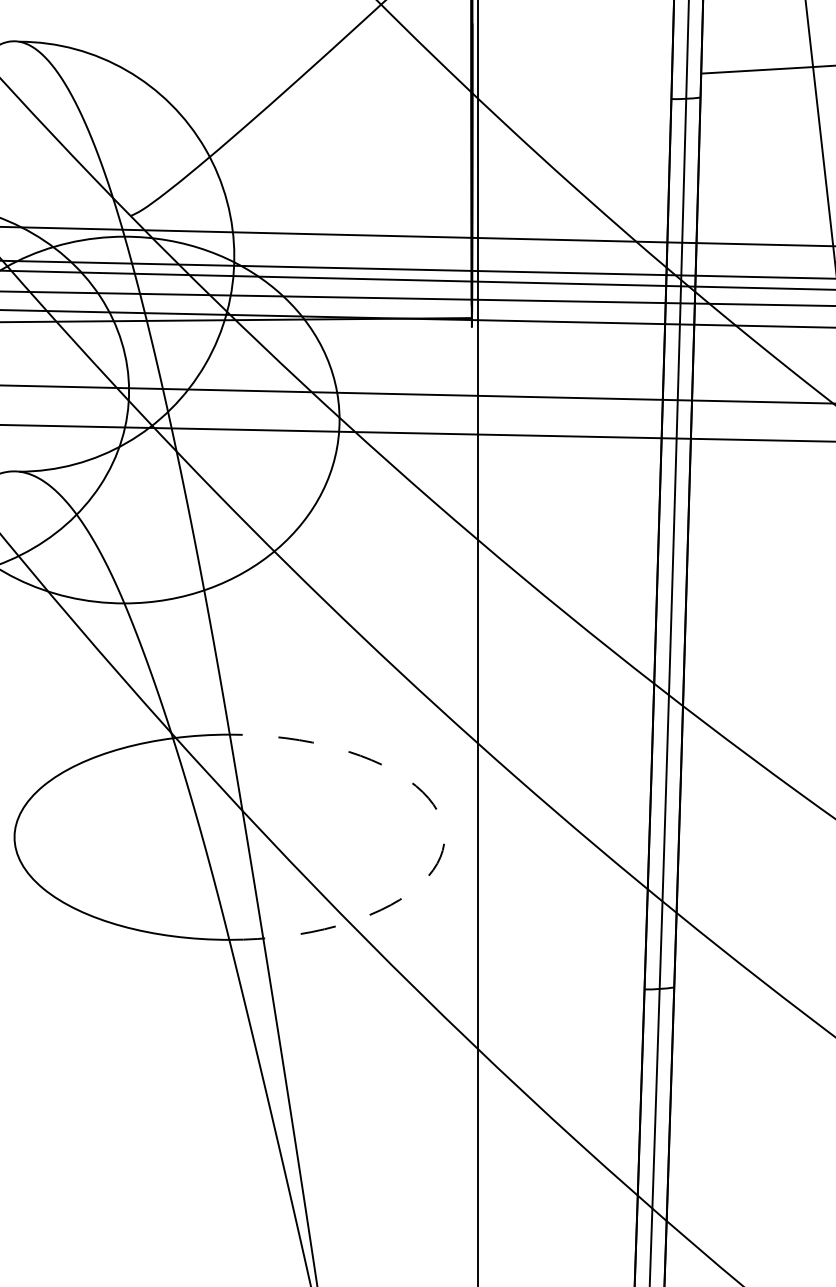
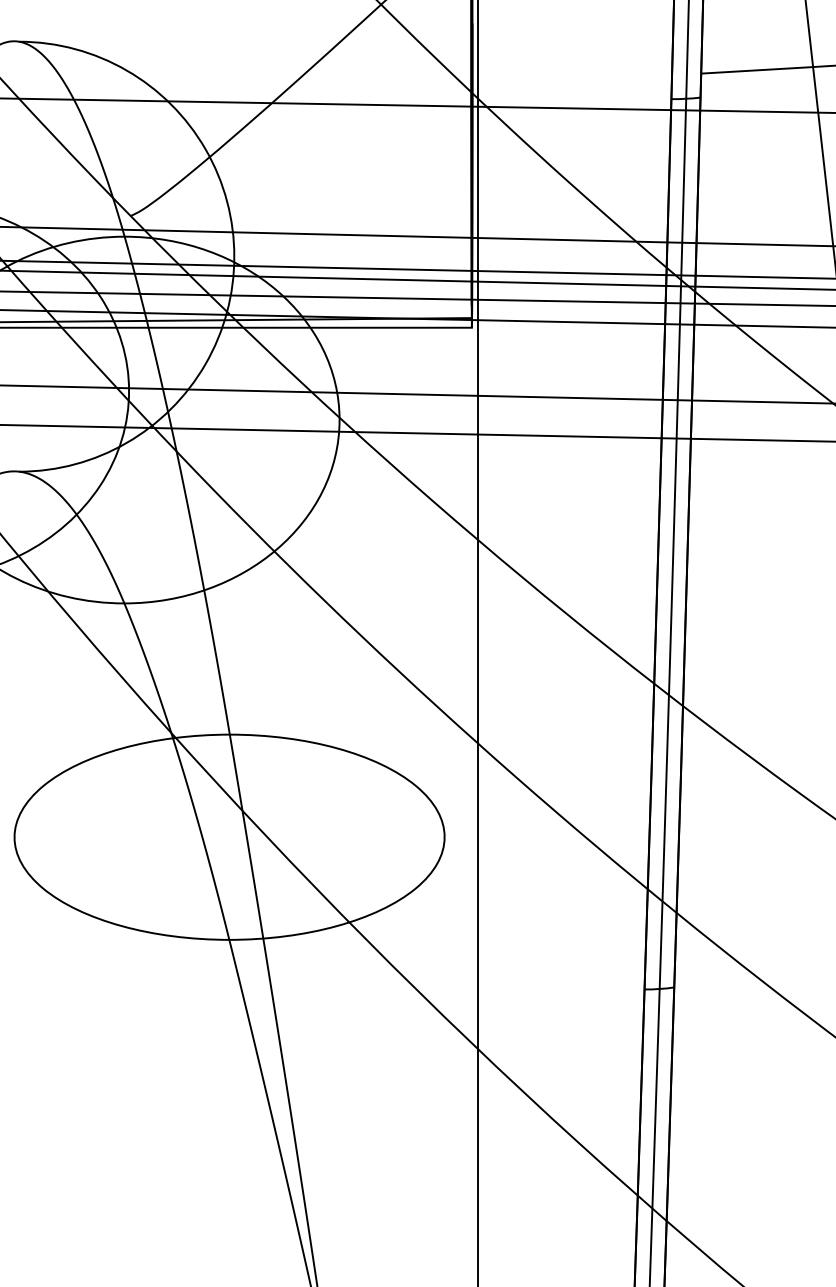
line at (417, 105): none -> present
line at (236, 327): none -> present
arc at (444, 837): dashed -> solid
